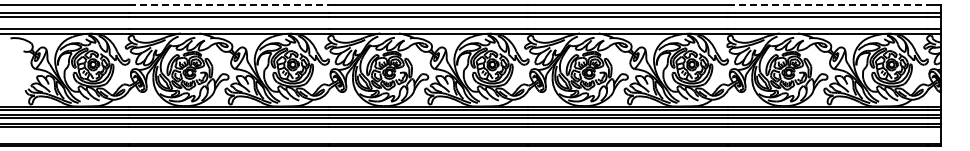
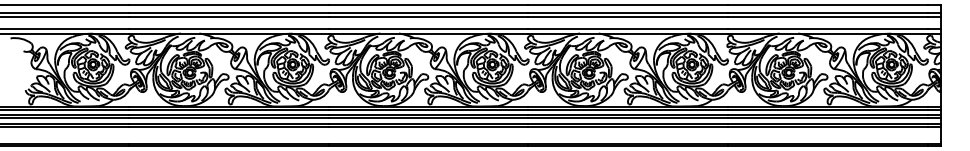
line at (228, 4): dashed -> solid
line at (827, 4): dashed -> solid
